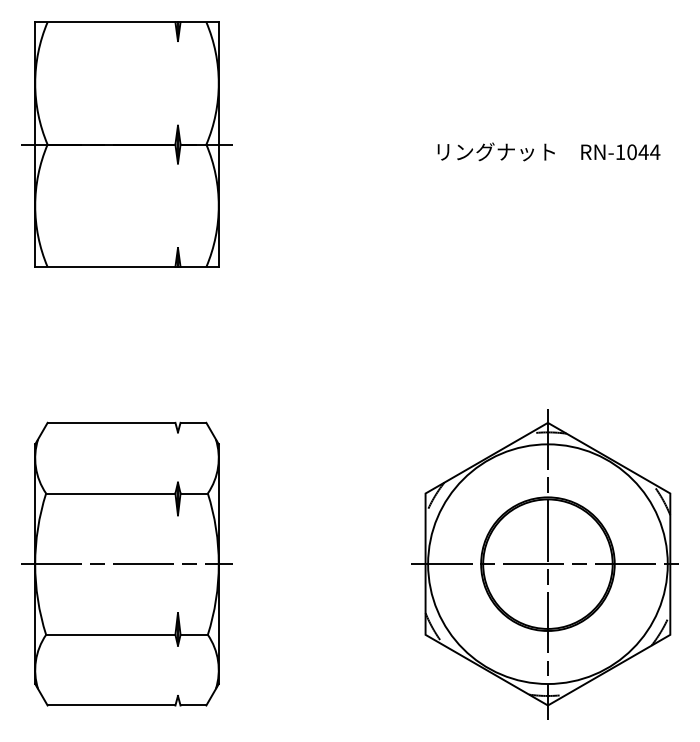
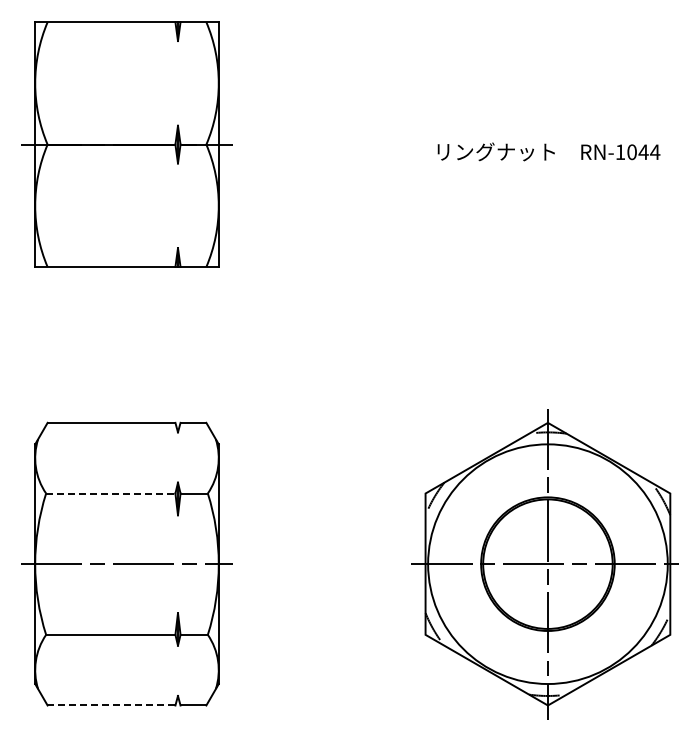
line at (110, 493): solid -> dashed
line at (111, 705): solid -> dashed
